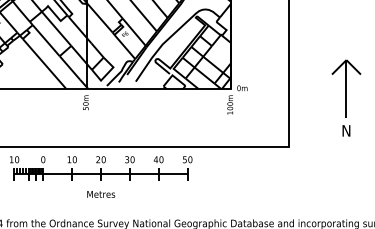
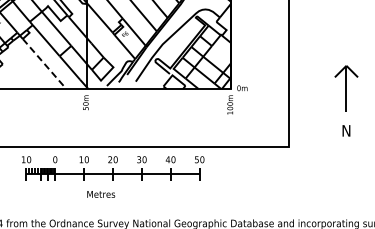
line at (44, 64): solid -> dashed
part at (346, 88) size: 31x59 px -> 25x47 px
part at (101, 168) position: (101, 168) -> (113, 168)
